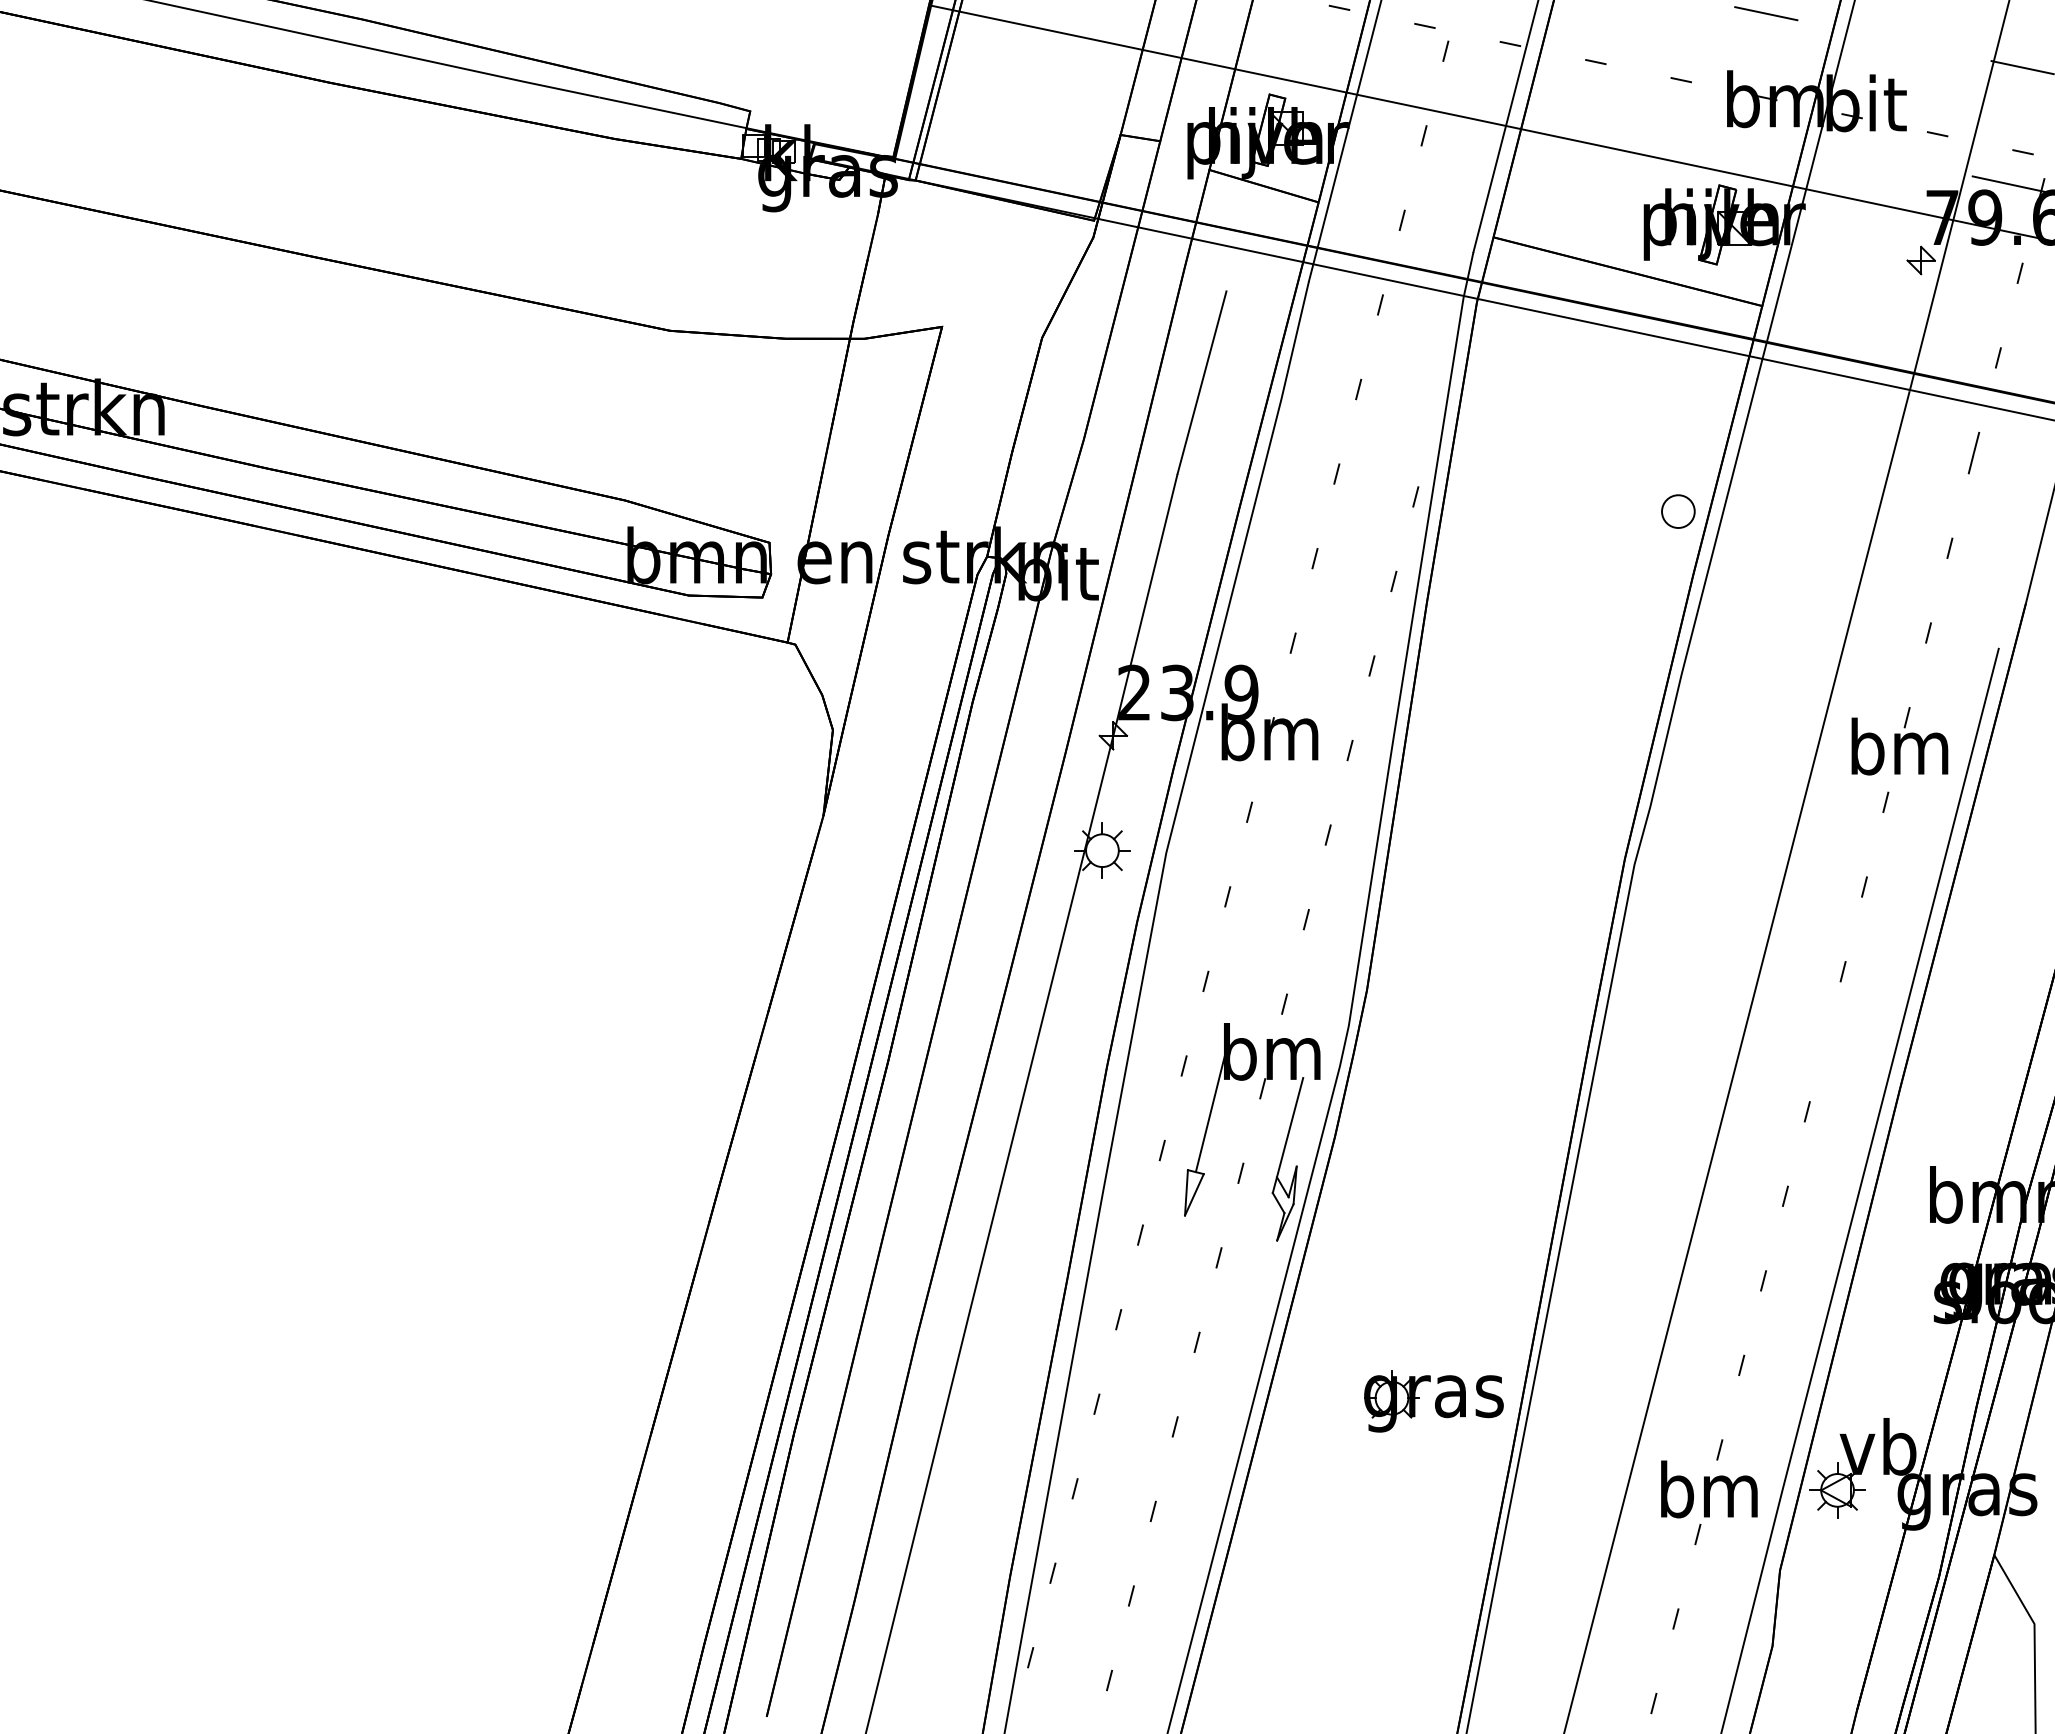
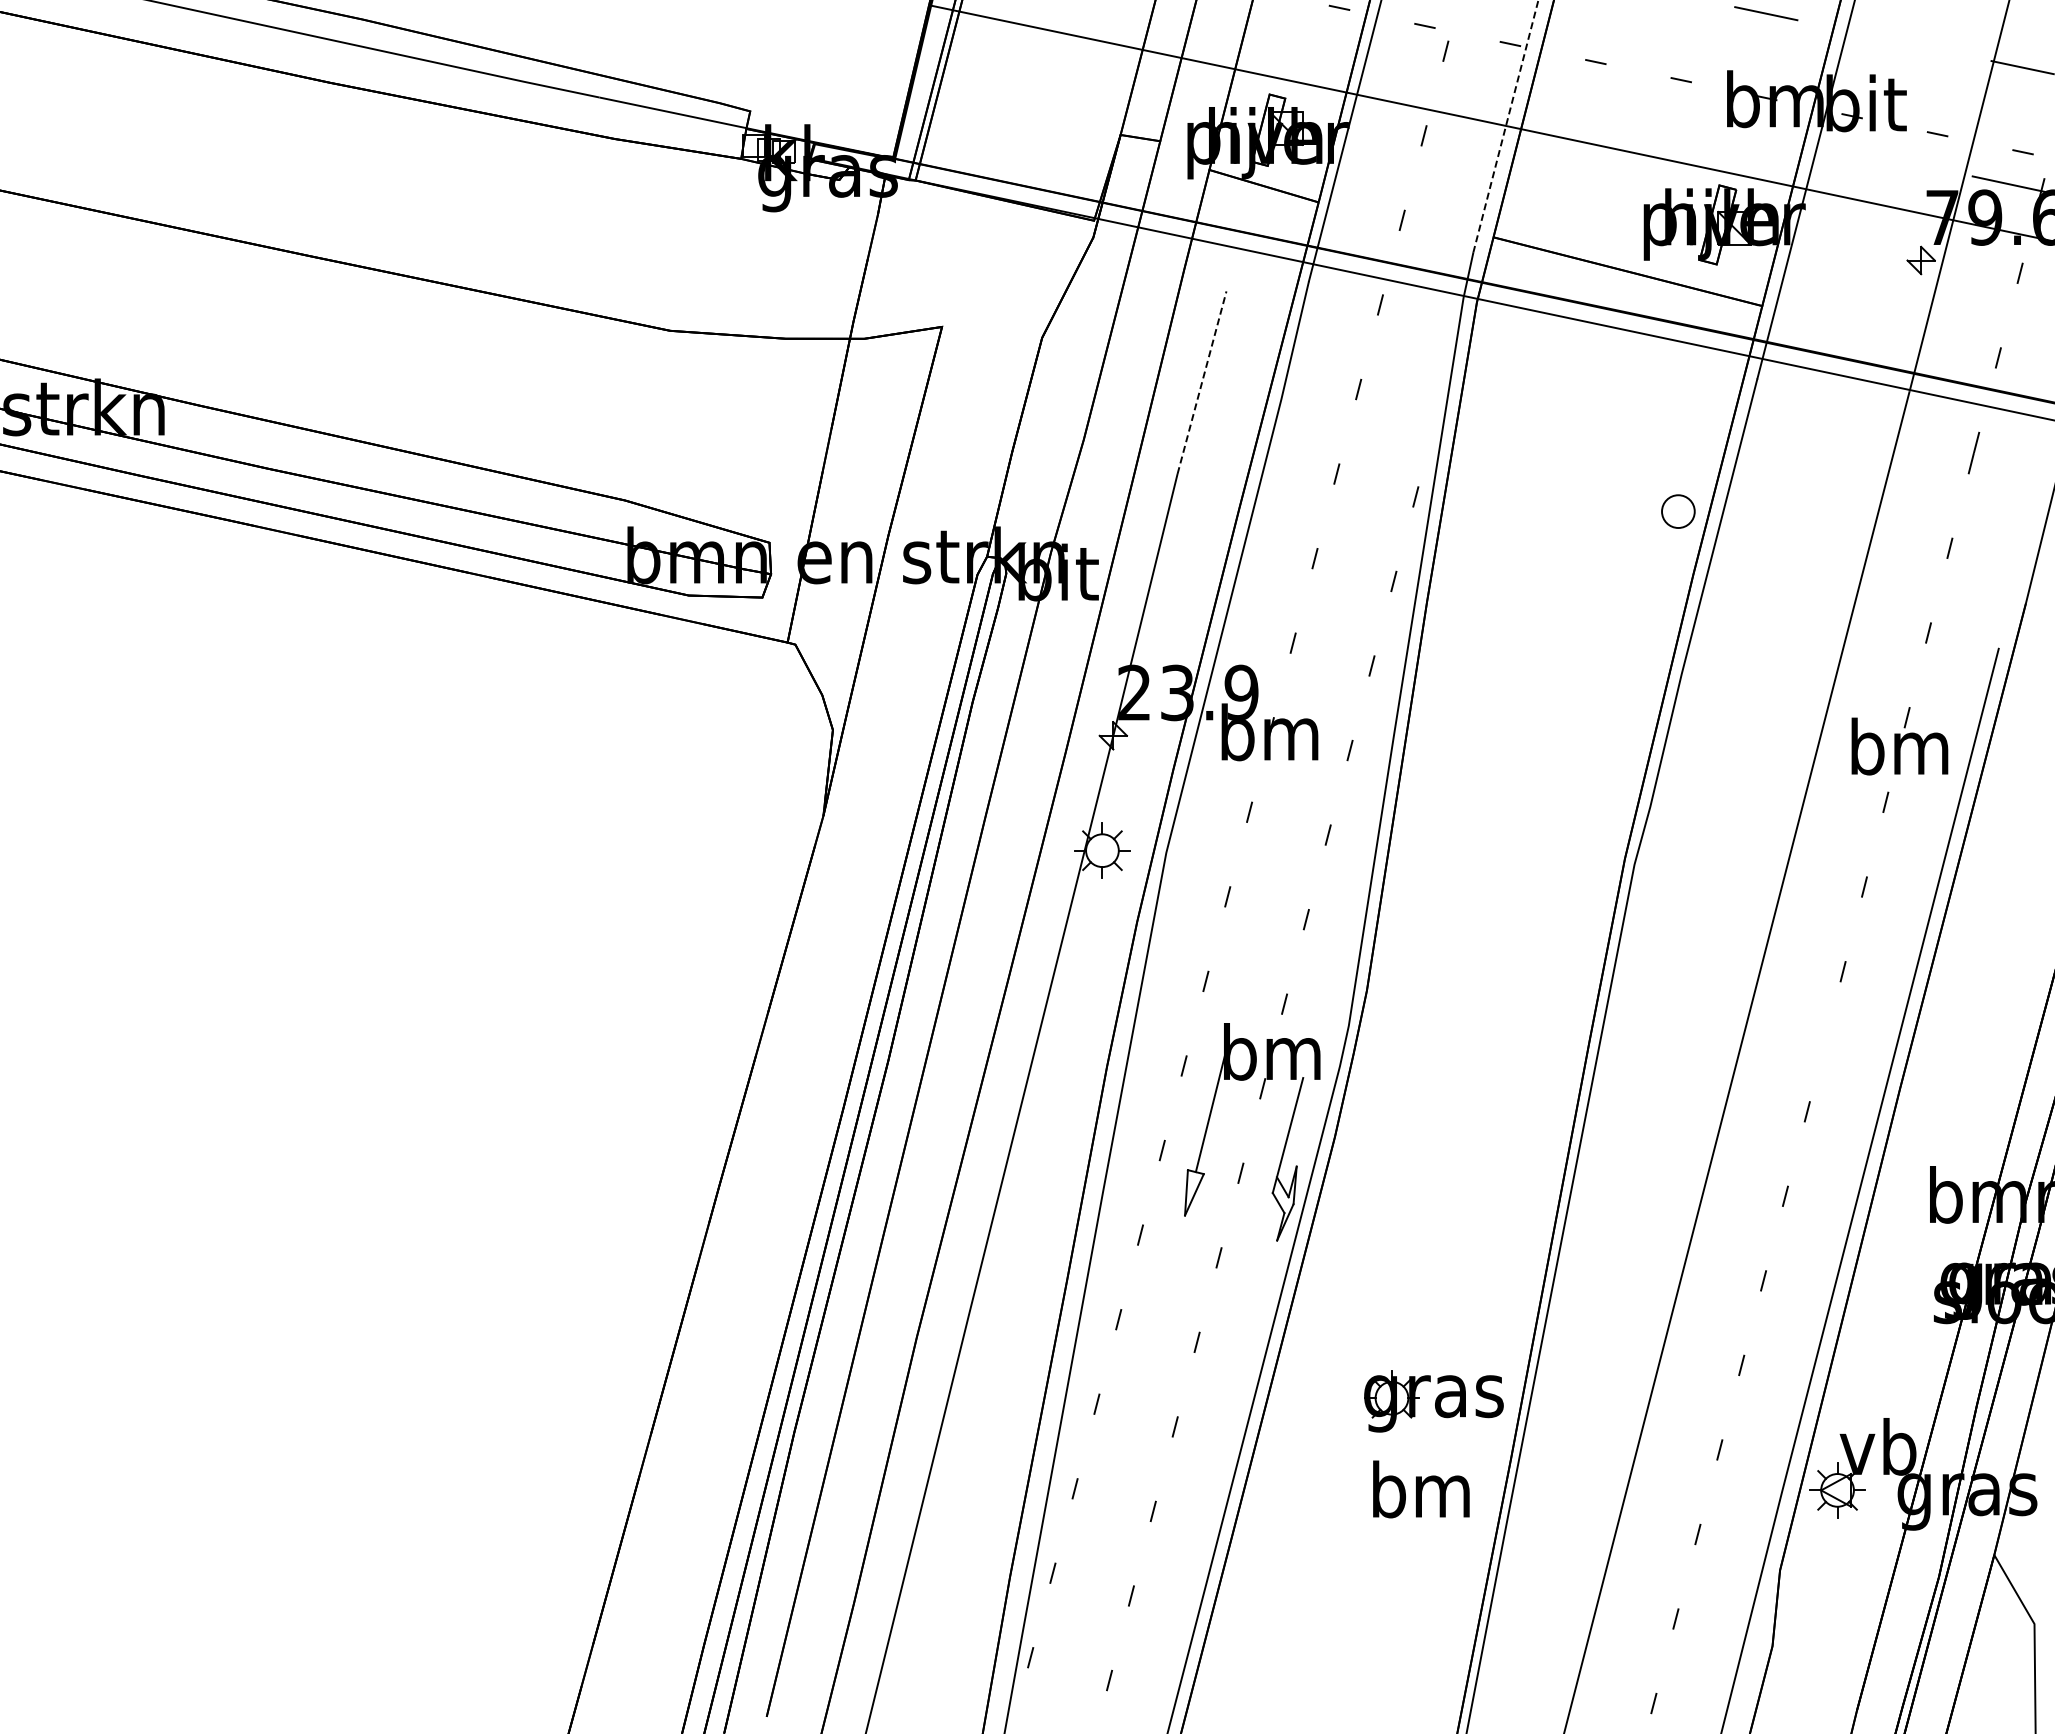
line at (1505, 126): solid -> dashed
line at (1202, 382): solid -> dashed
text at (1709, 1489) position: (1709, 1489) -> (1421, 1489)
